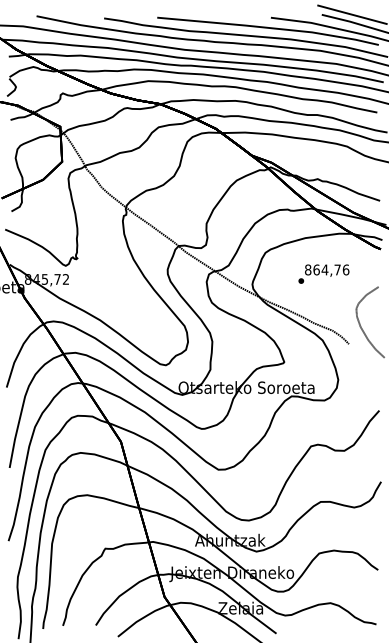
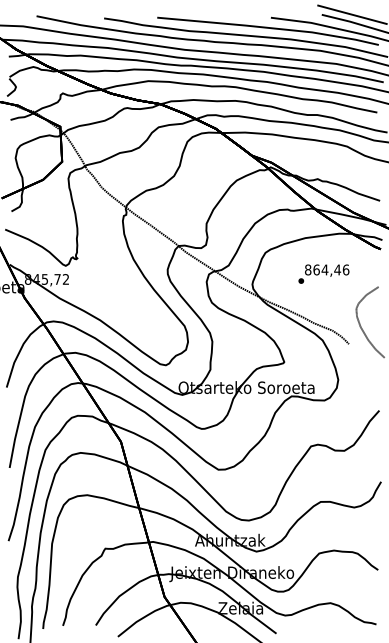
text at (337, 269): 864,76 -> 864,46
